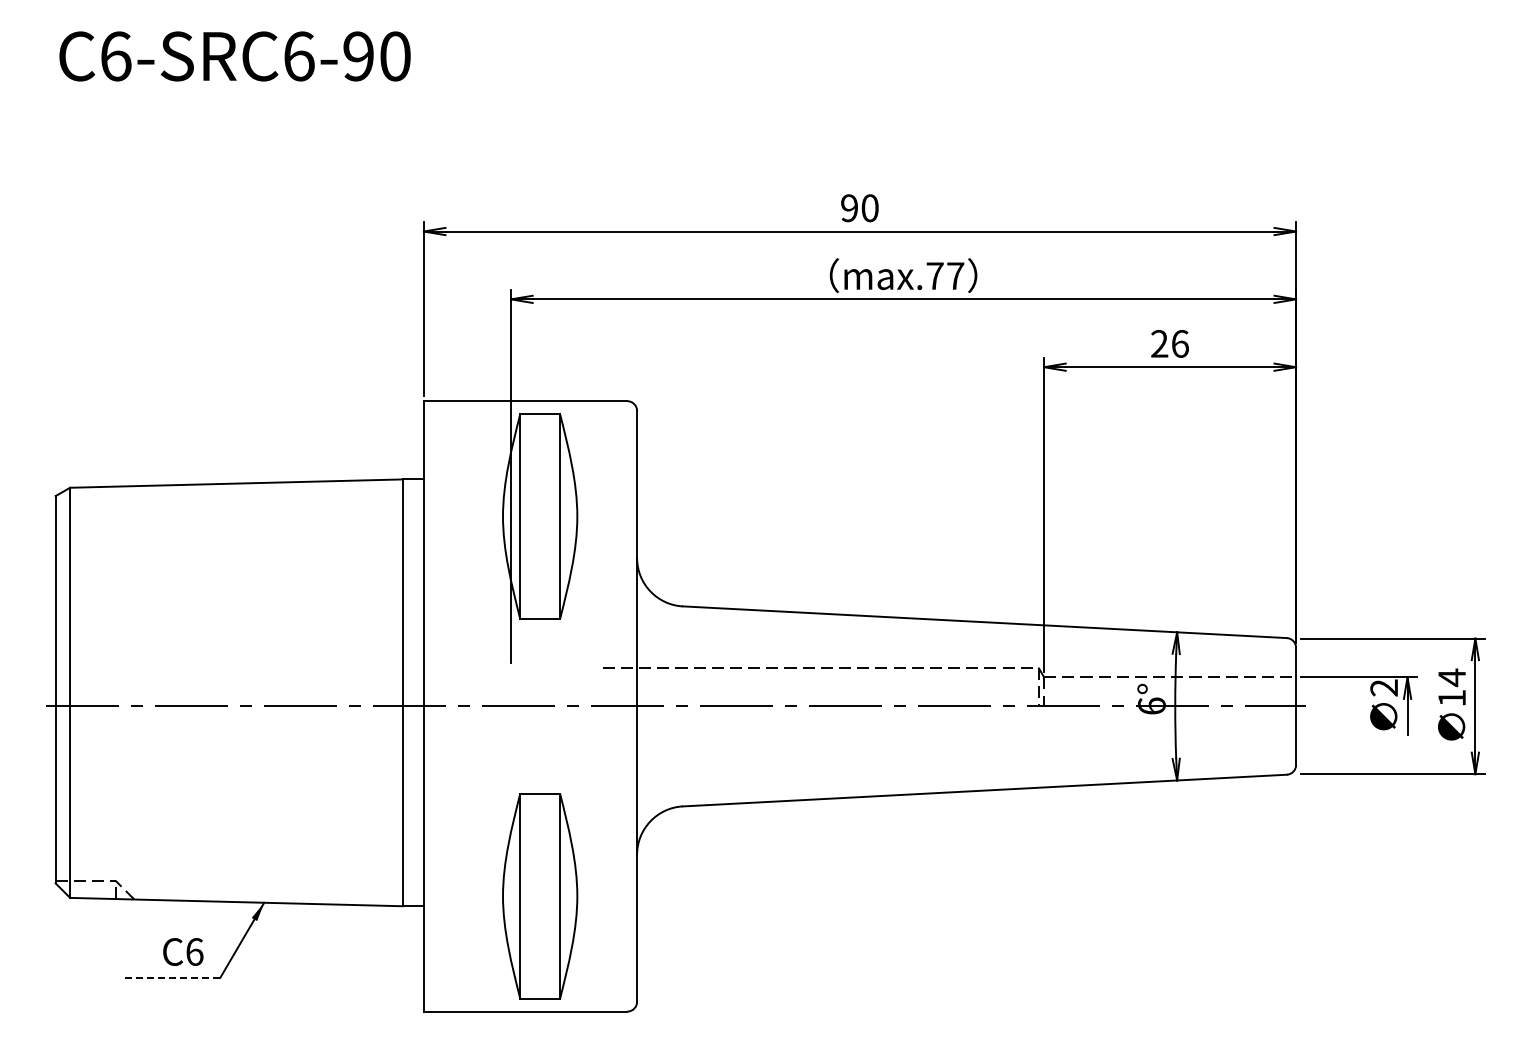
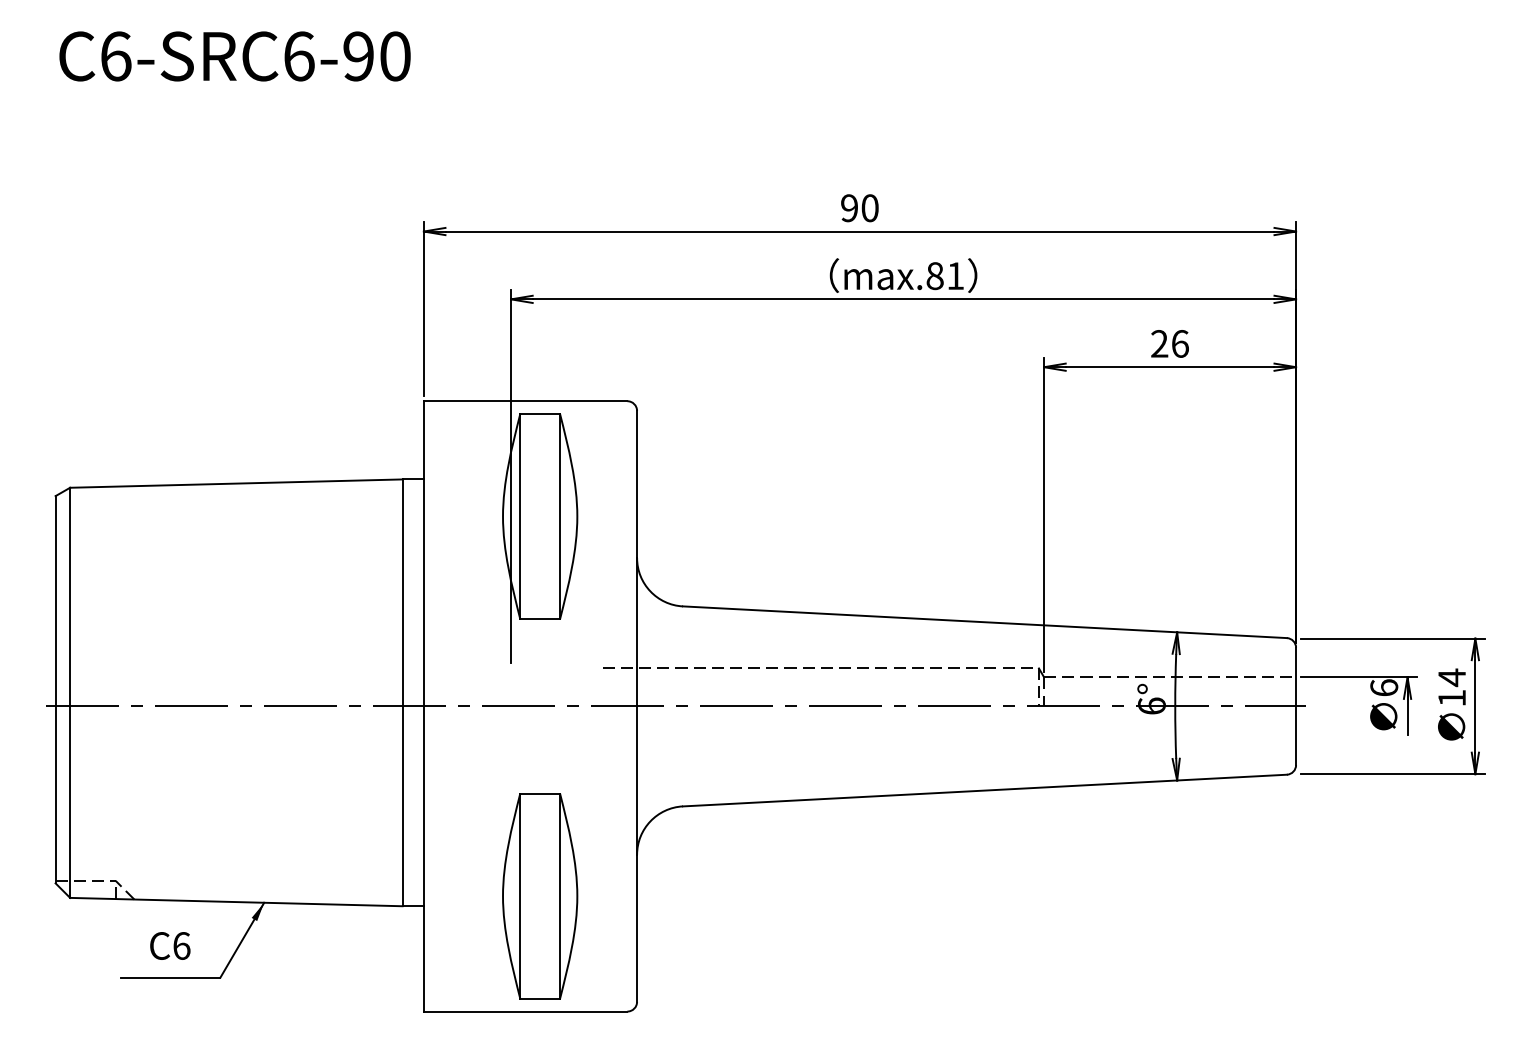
text at (945, 276): max.77 -> max.81
text at (1384, 687): 2 -> 6
text at (183, 951) position: (183, 951) -> (170, 945)
line at (170, 977): dashed -> solid
